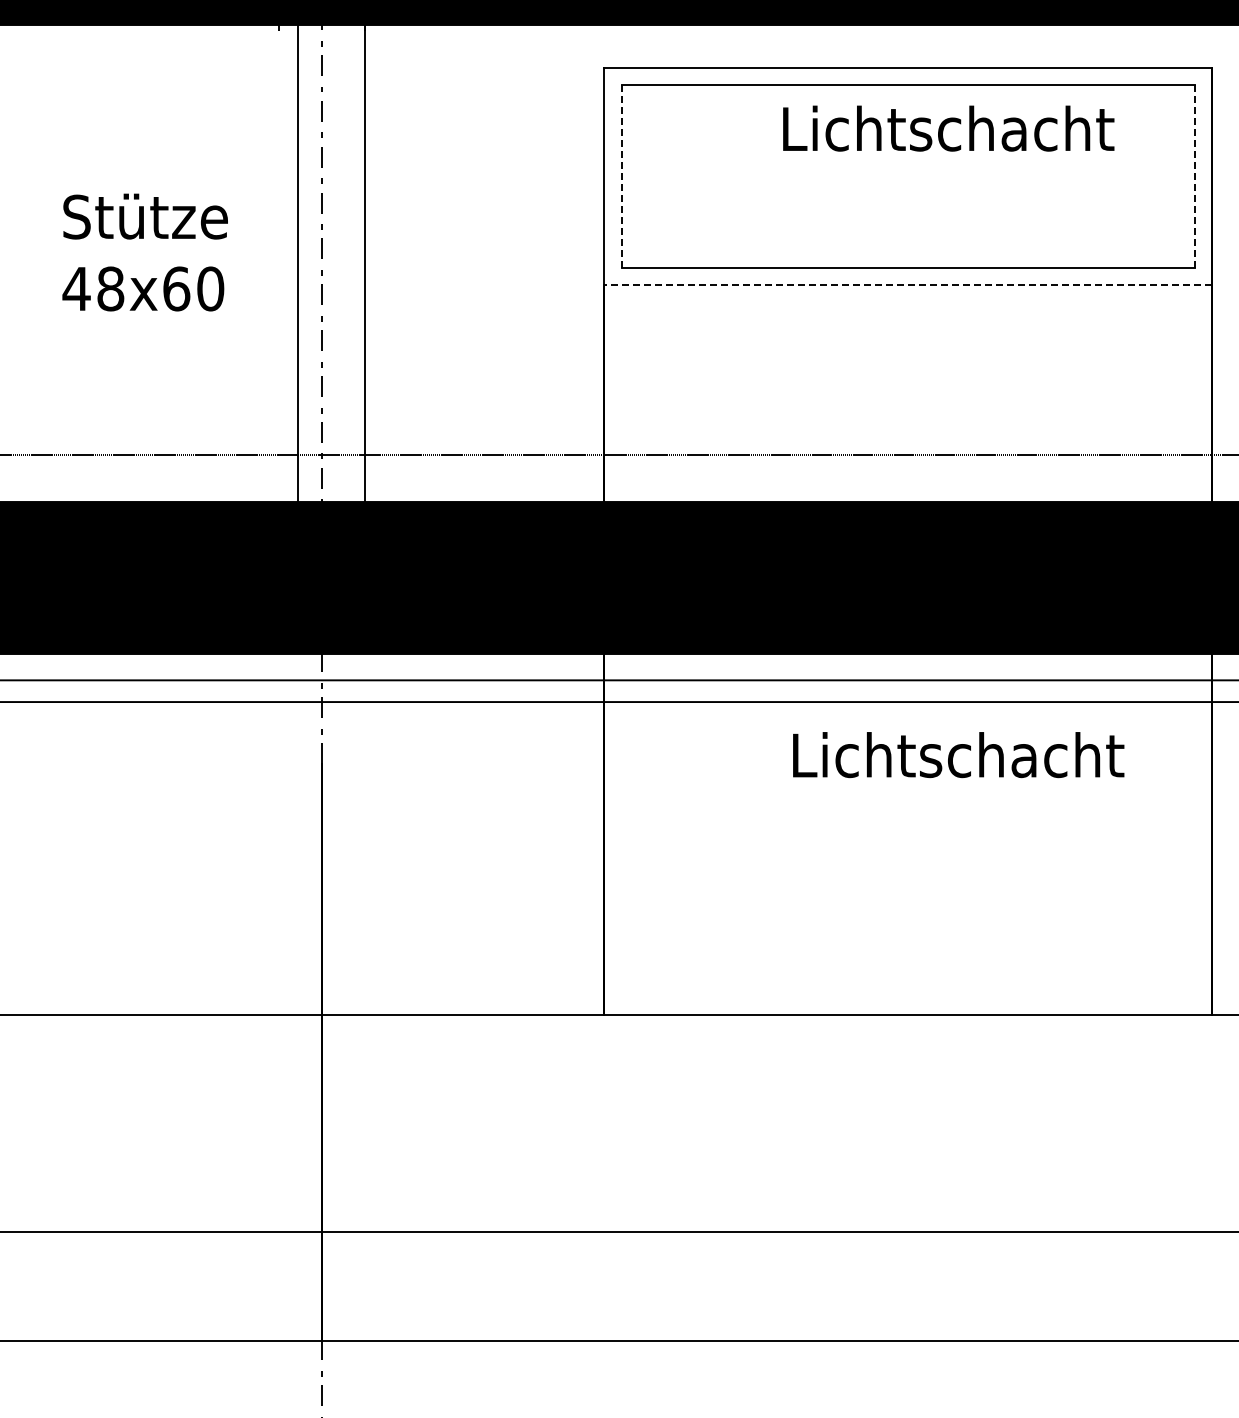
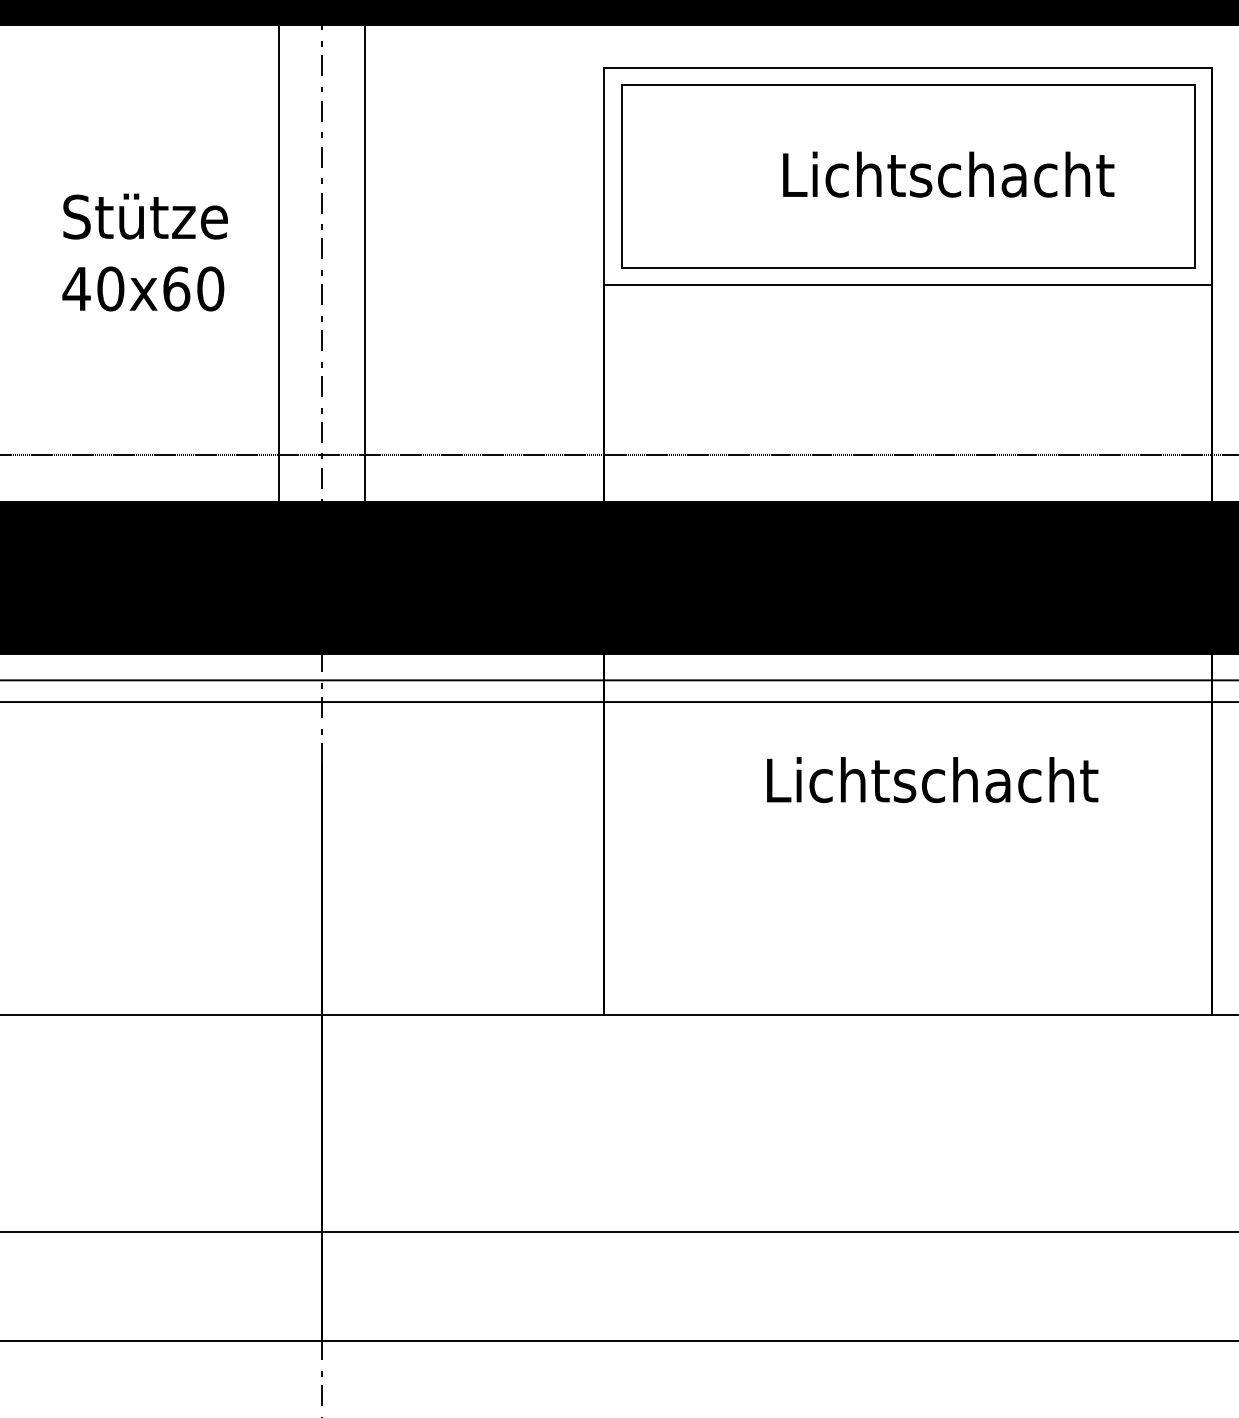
text at (948, 128) position: (948, 128) -> (948, 174)
line at (1195, 176): dashed -> solid
line at (621, 177): dashed -> solid
line at (297, 263) position: (297, 263) -> (278, 263)
line at (907, 285): dashed -> solid
text at (110, 288): 48x60 -> 40x60
text at (958, 755) position: (958, 755) -> (932, 780)
